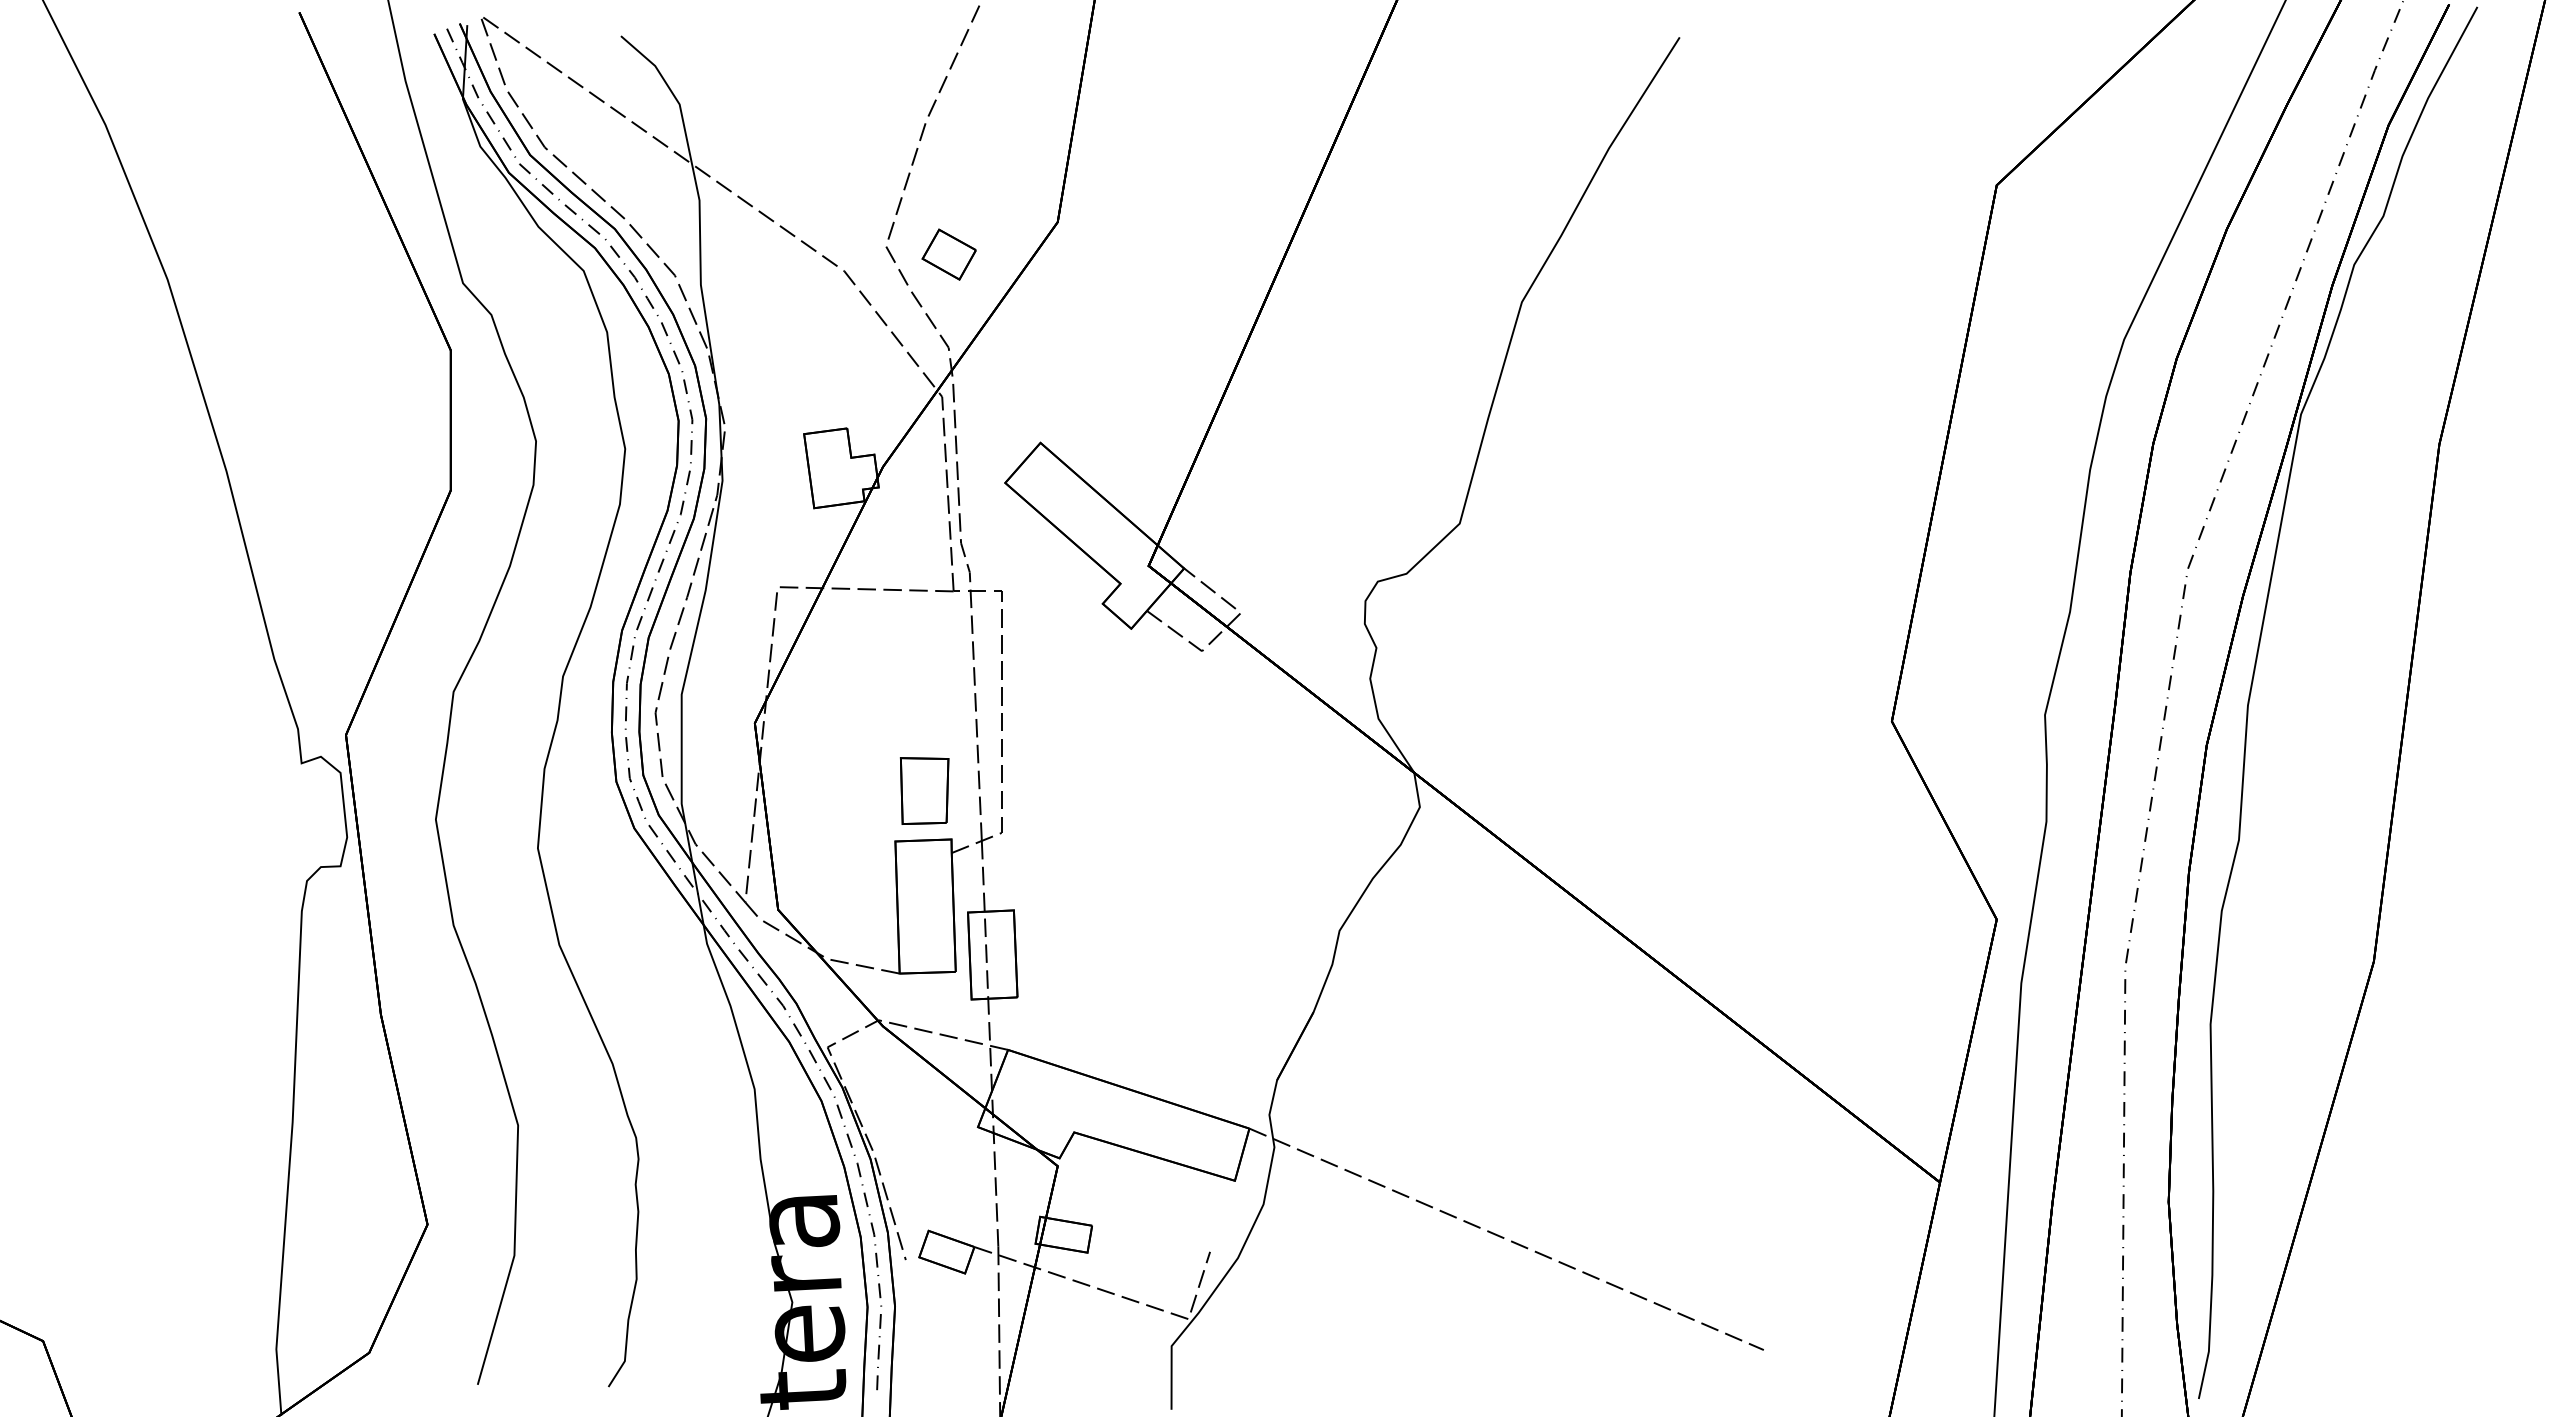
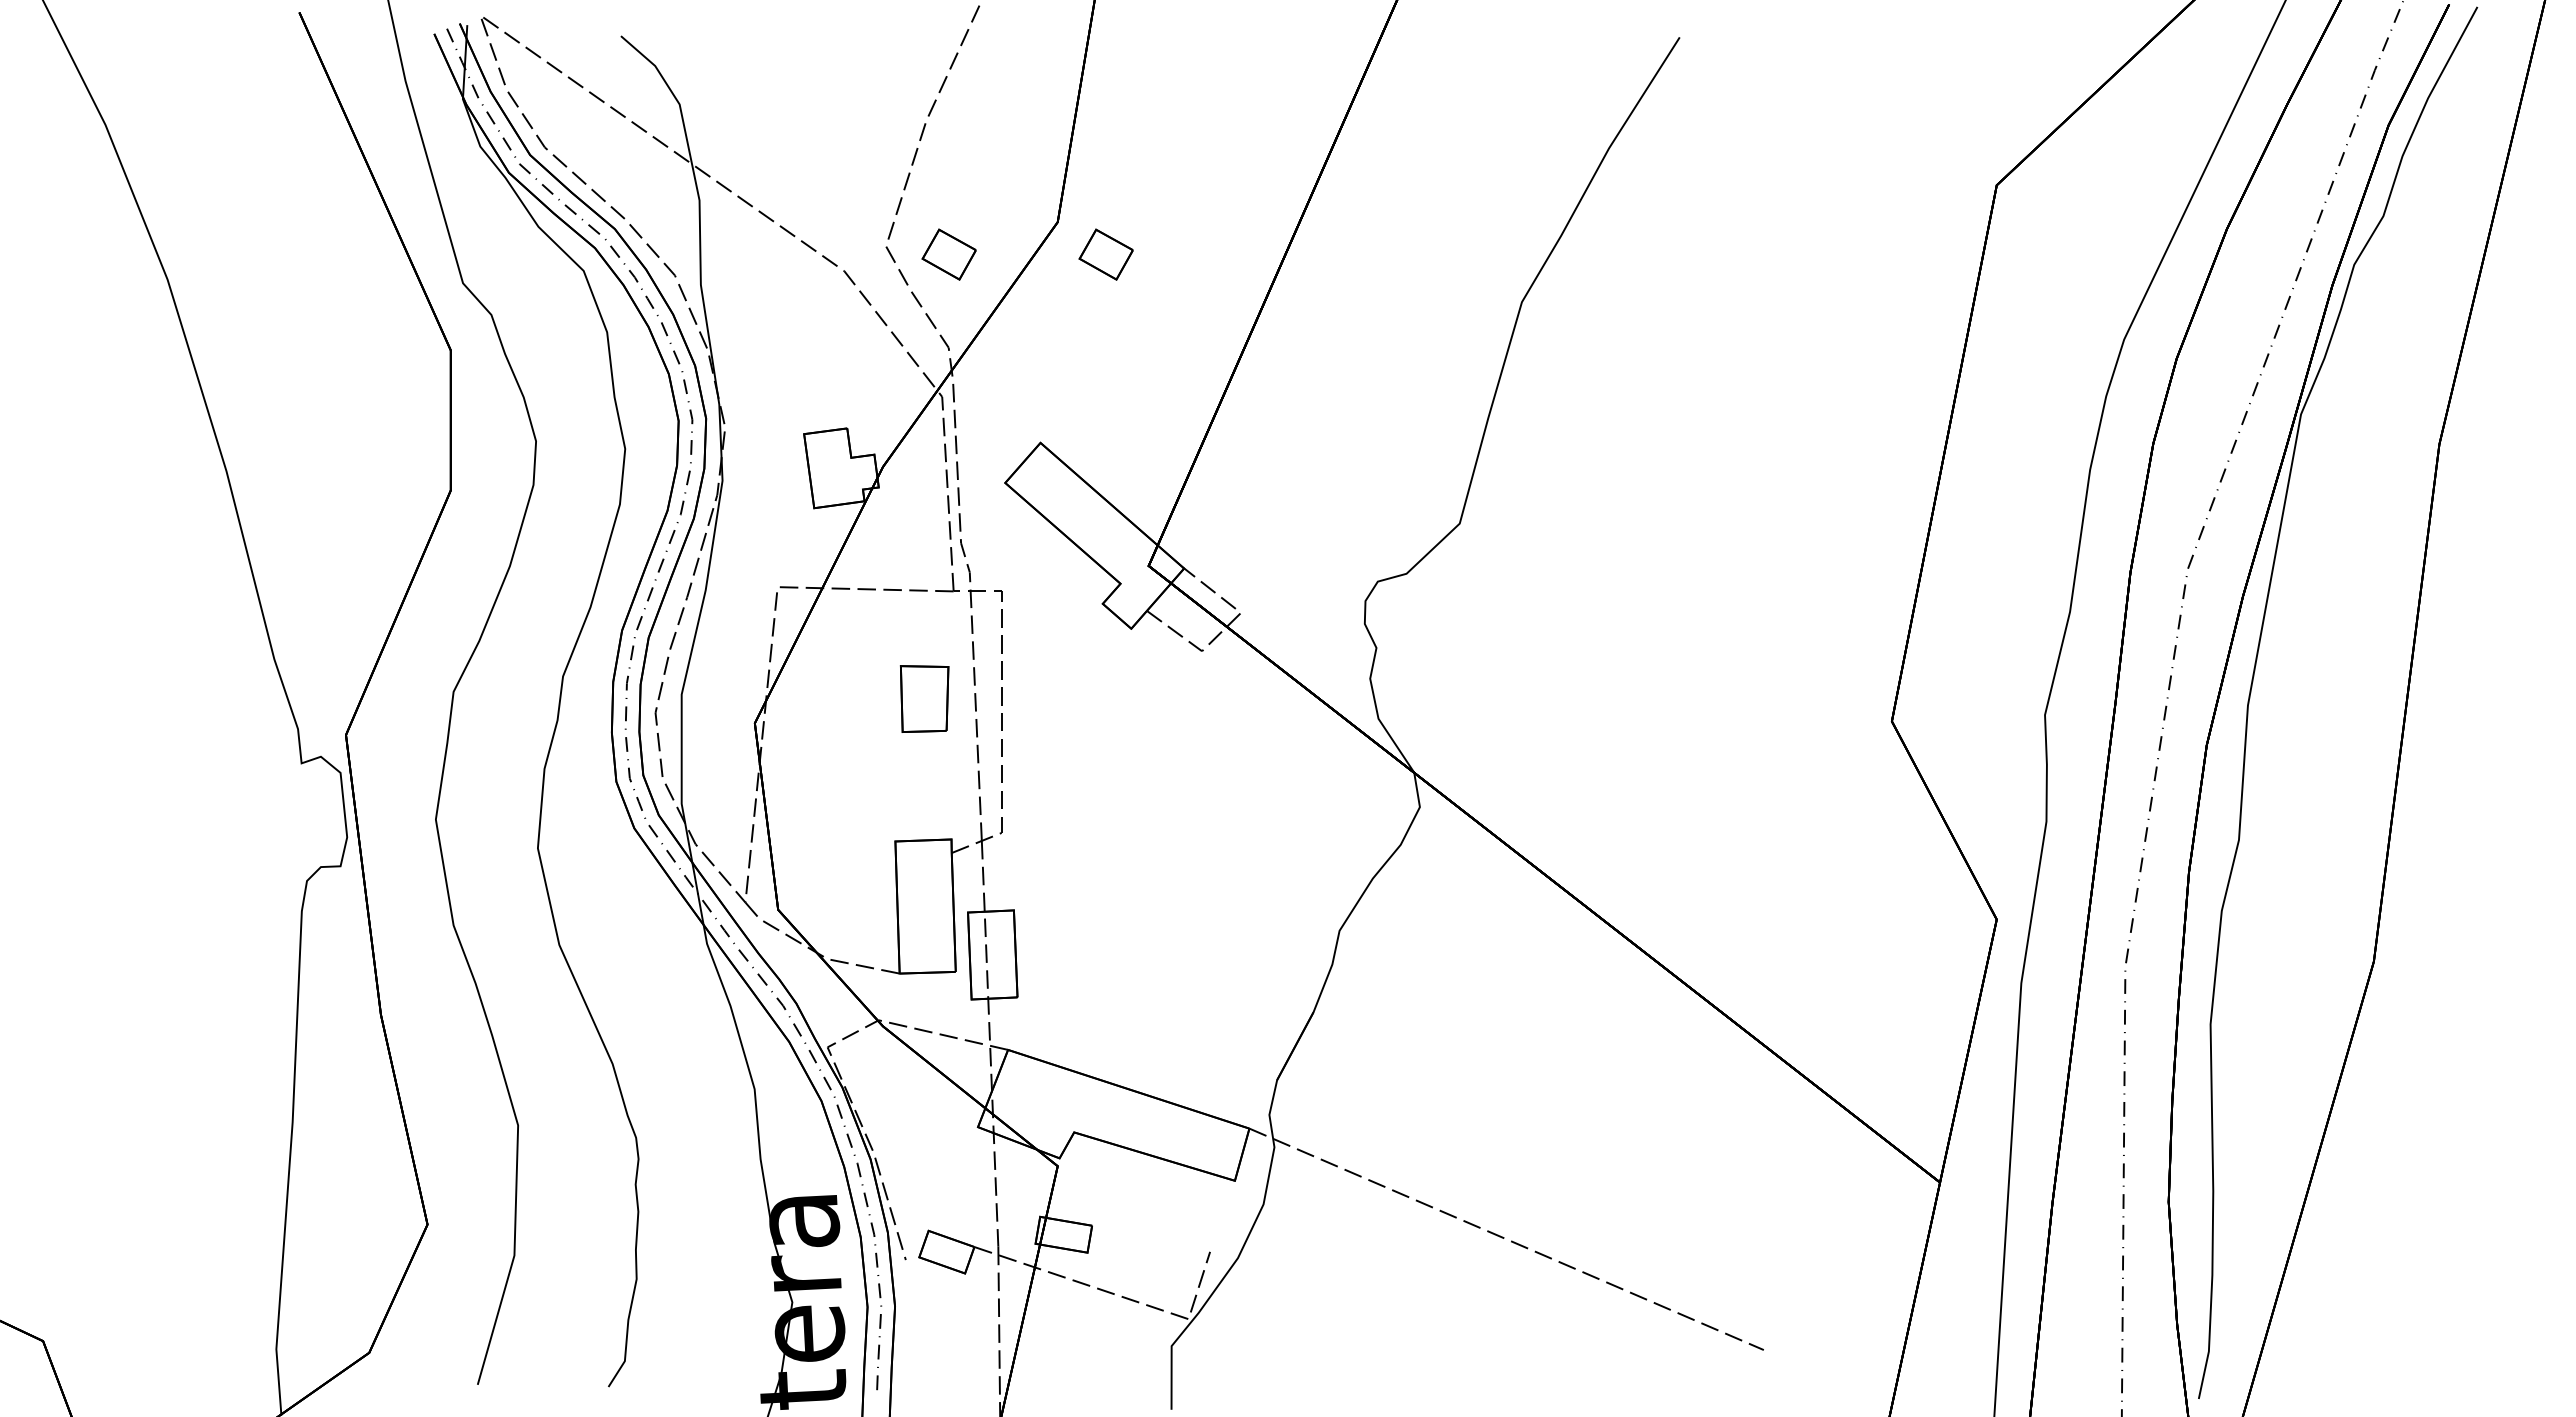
part at (1105, 254): none -> present
part at (924, 790) position: (924, 790) -> (924, 698)
